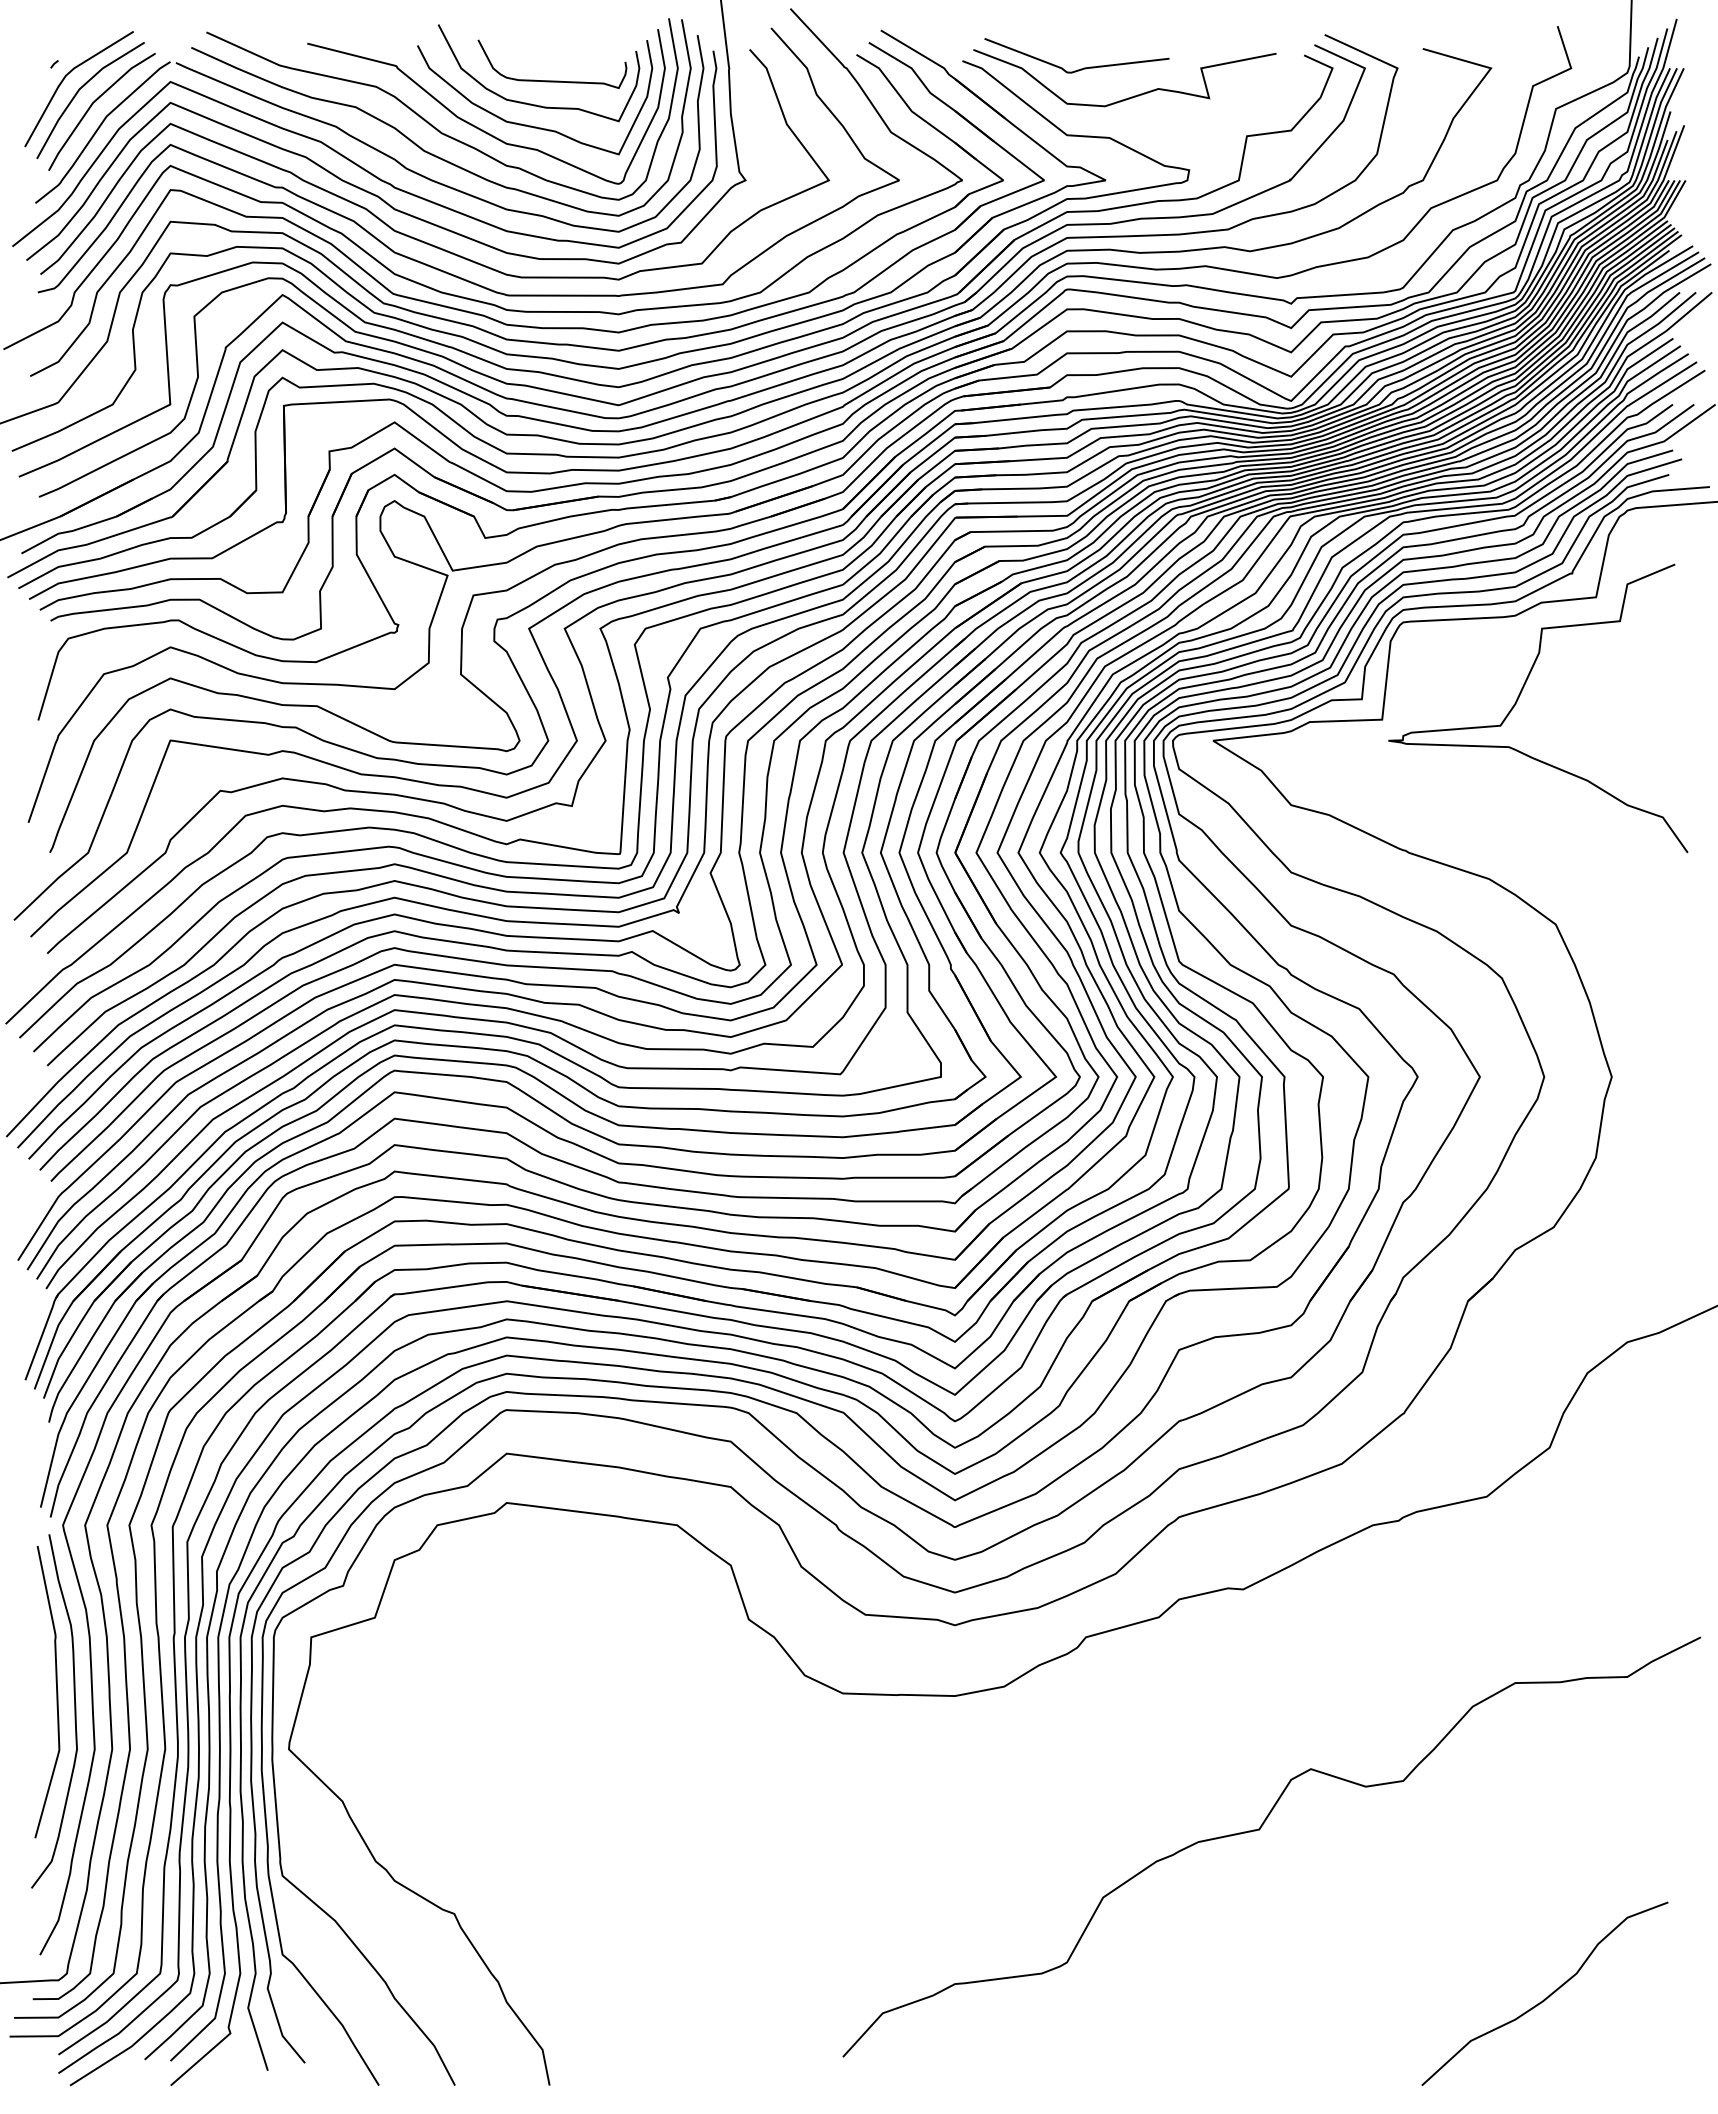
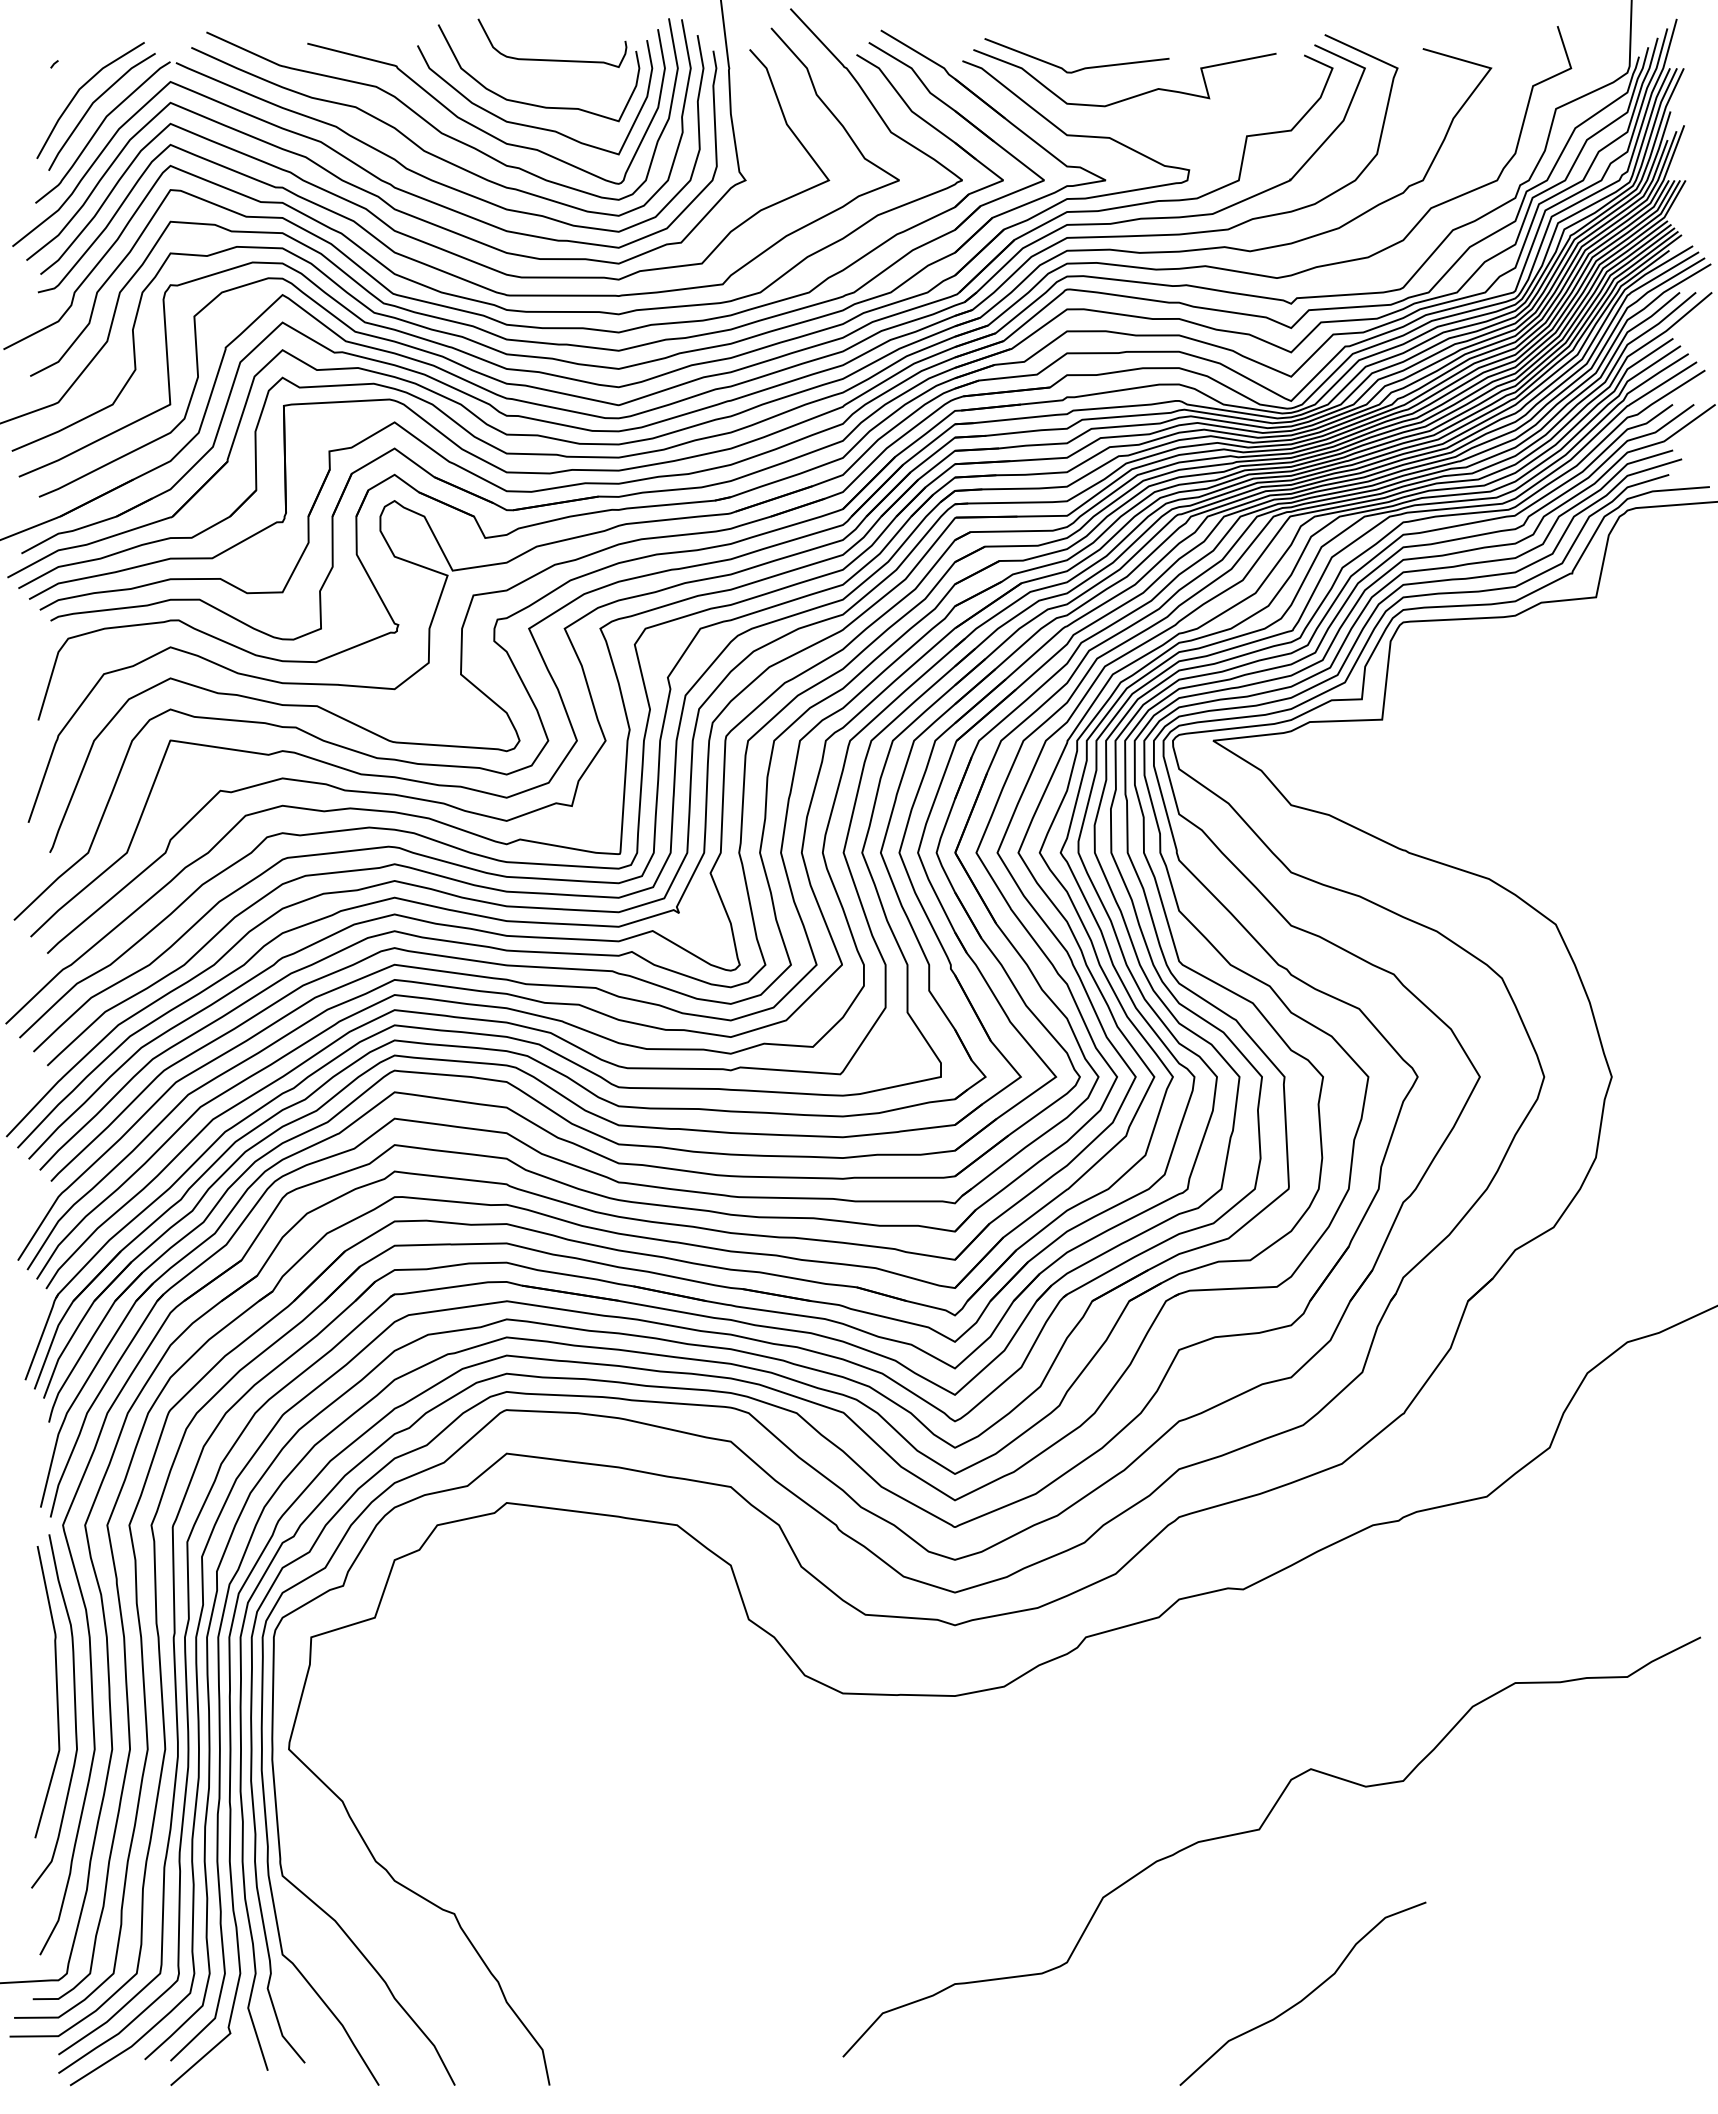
curve at (552, 80) position: (552, 80) -> (552, 59)
line at (63, 81): present -> none
curve at (1517, 702): present -> none
curve at (1547, 1996) position: (1547, 1996) -> (1305, 1996)
